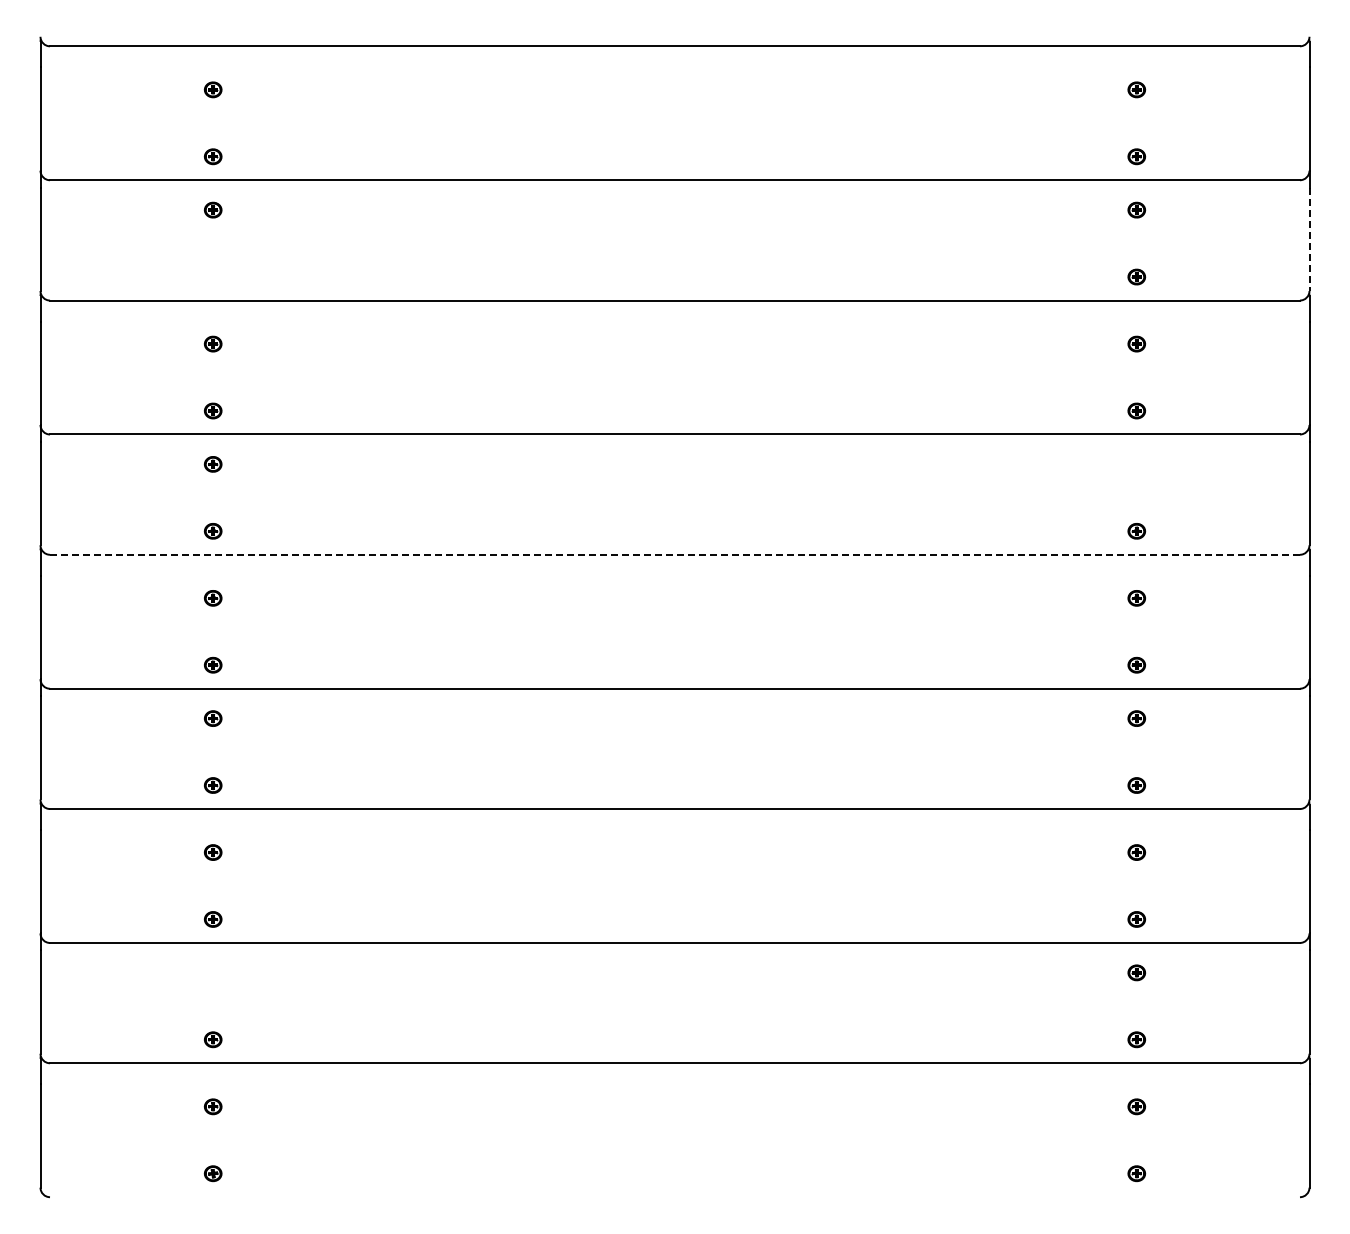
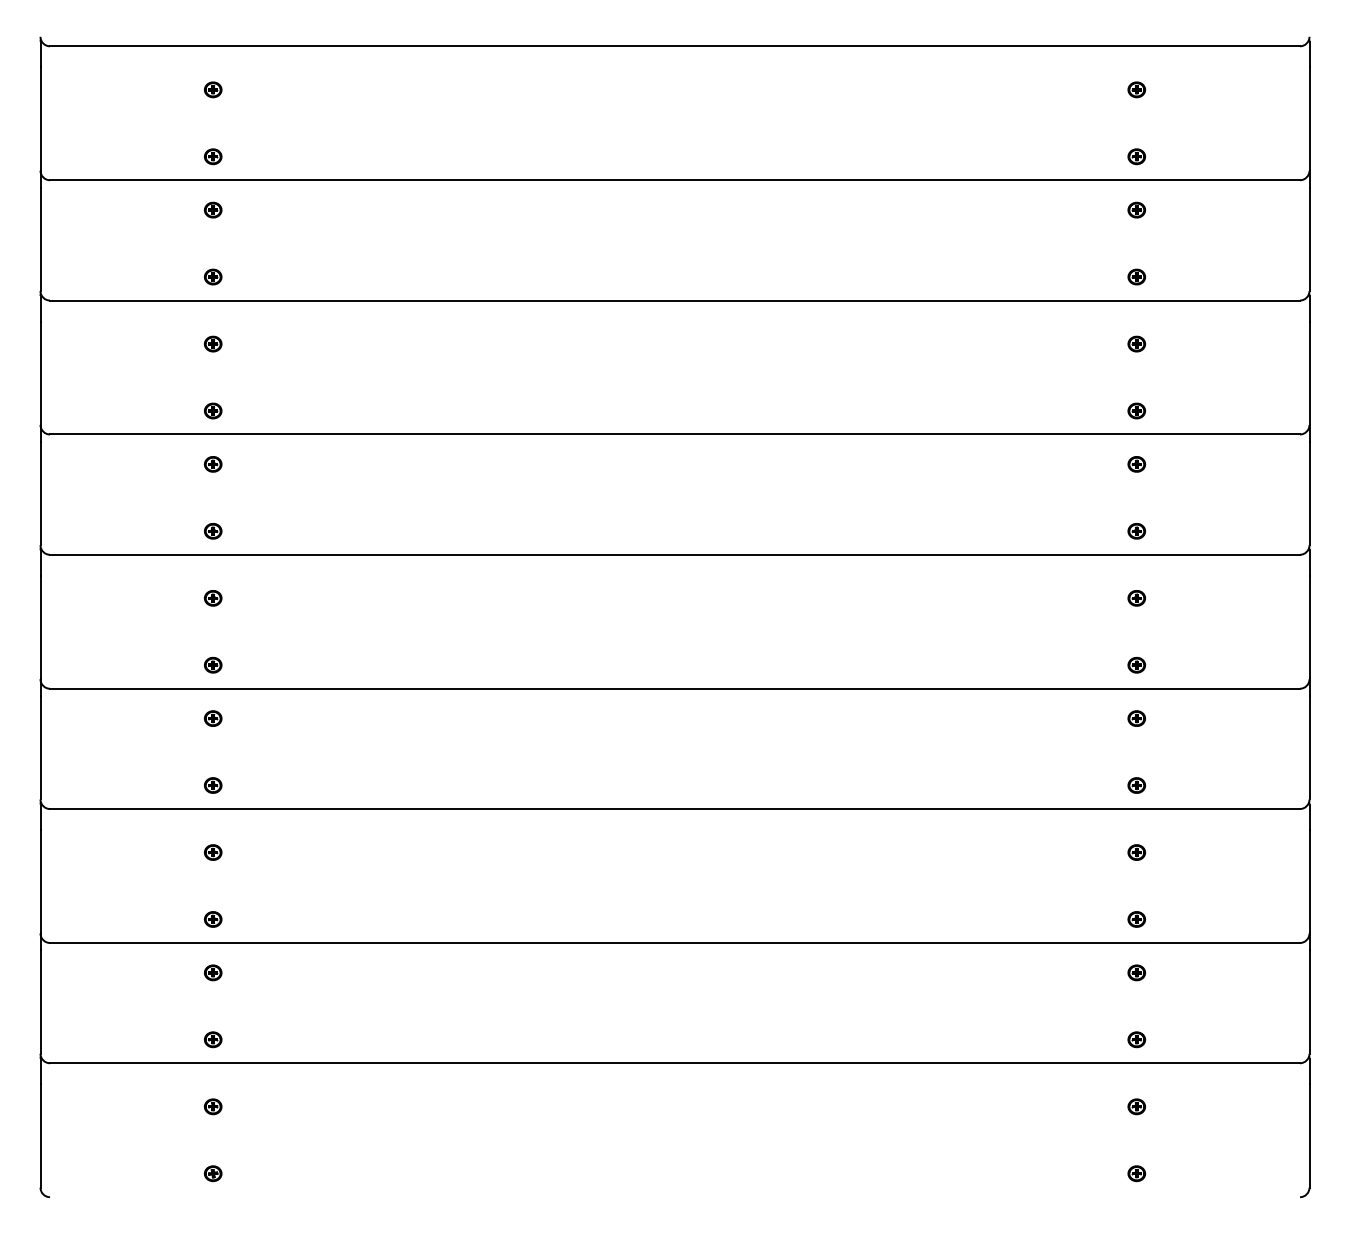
line at (1309, 239): dashed -> solid
part at (212, 276): none -> present
part at (1136, 464): none -> present
line at (675, 554): dashed -> solid
part at (213, 972): none -> present
